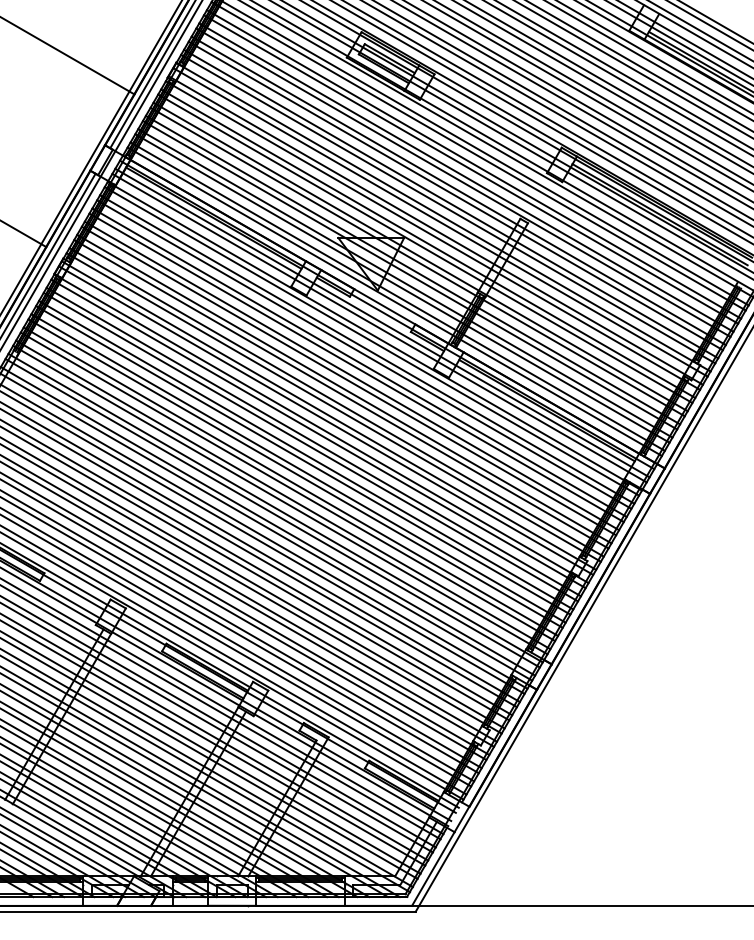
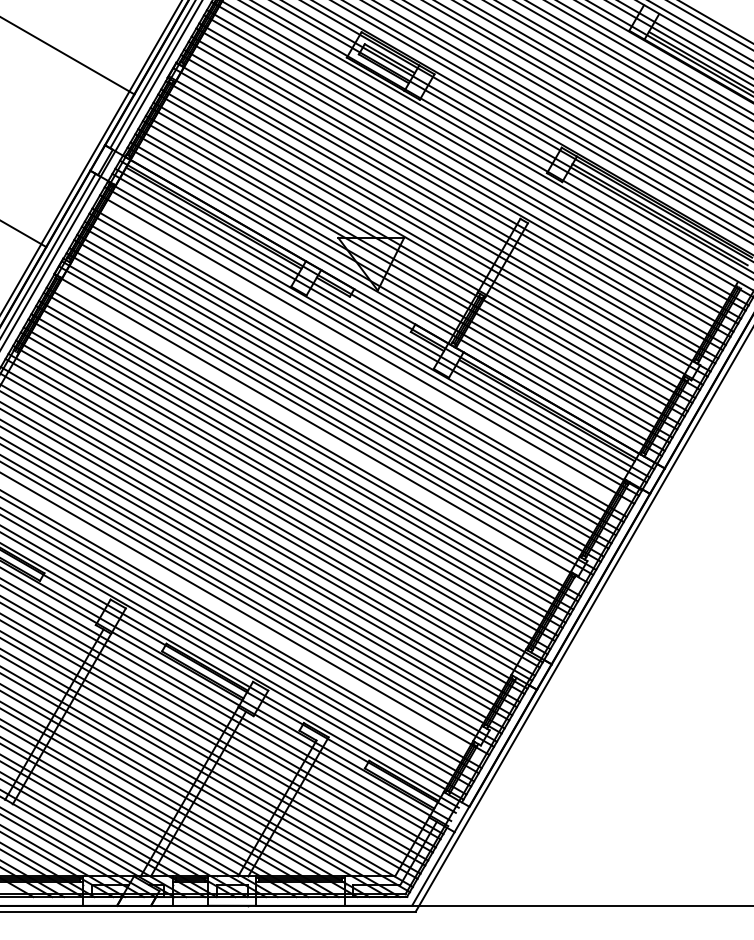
line at (364, 354): present -> none
line at (318, 433): present -> none
line at (244, 619): present -> none
